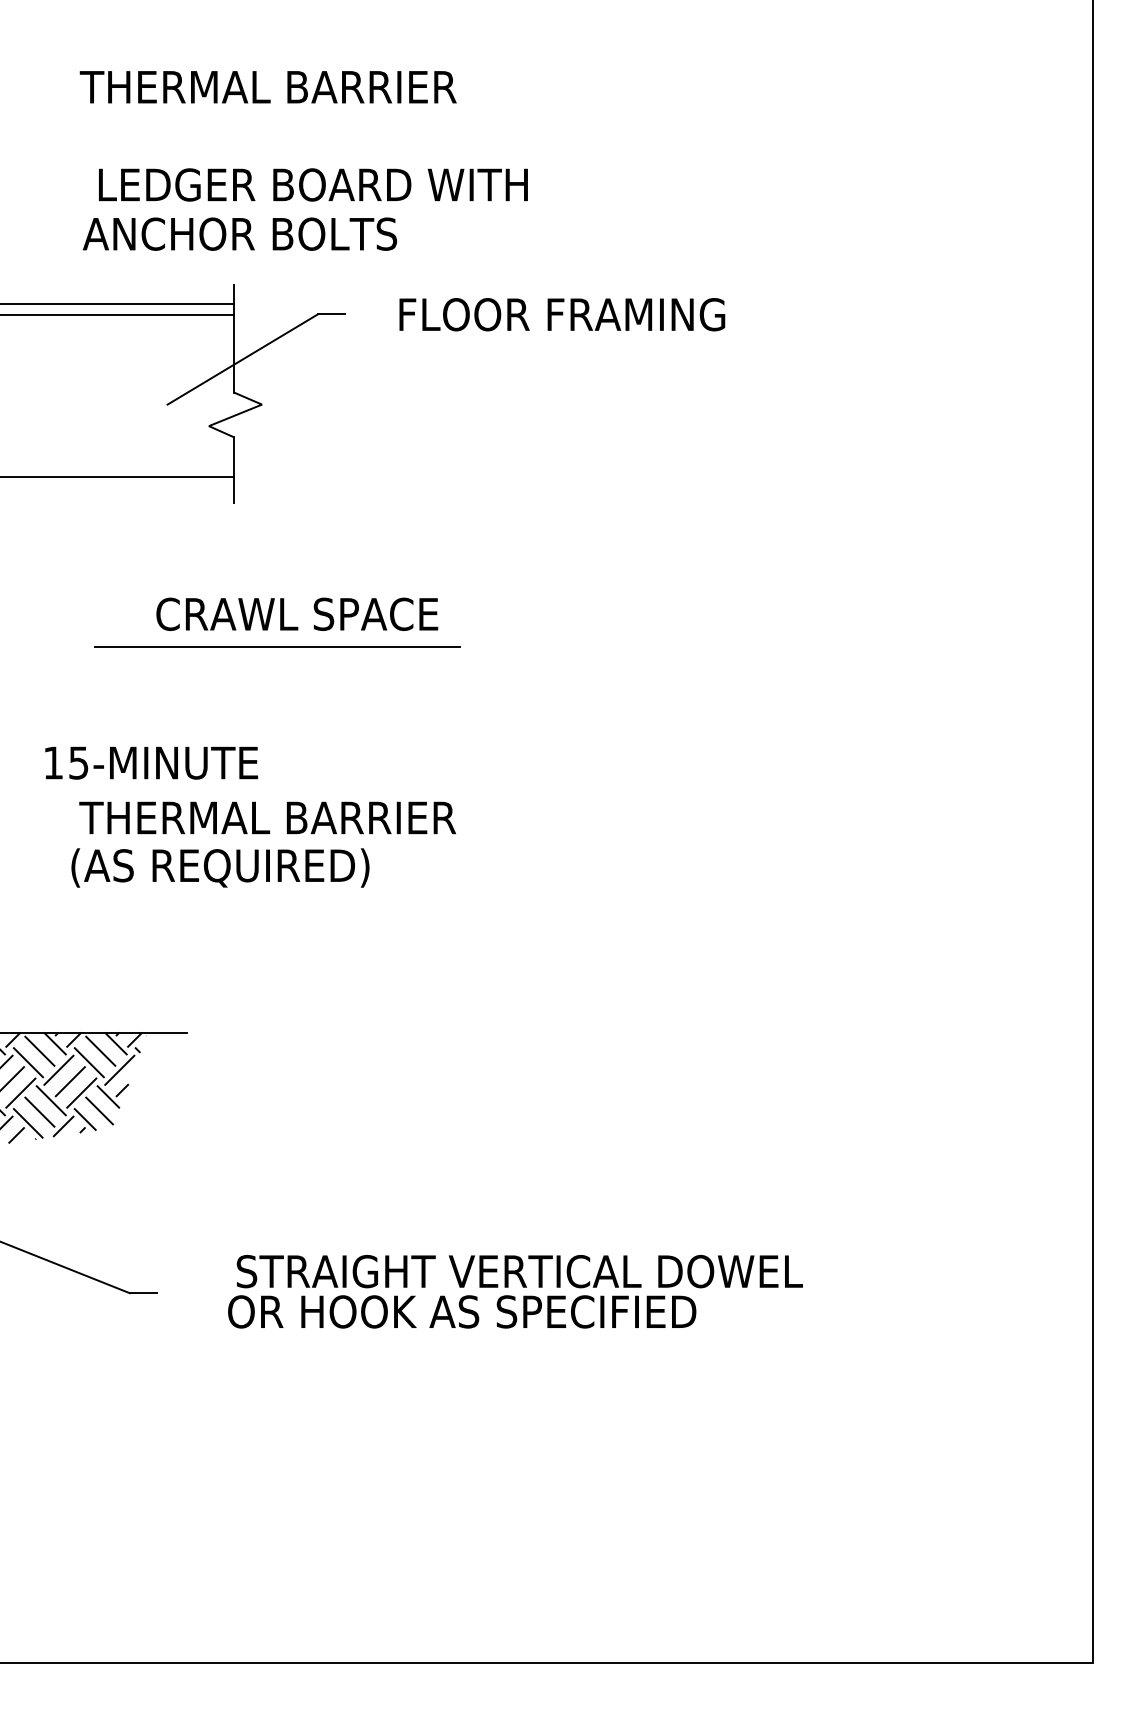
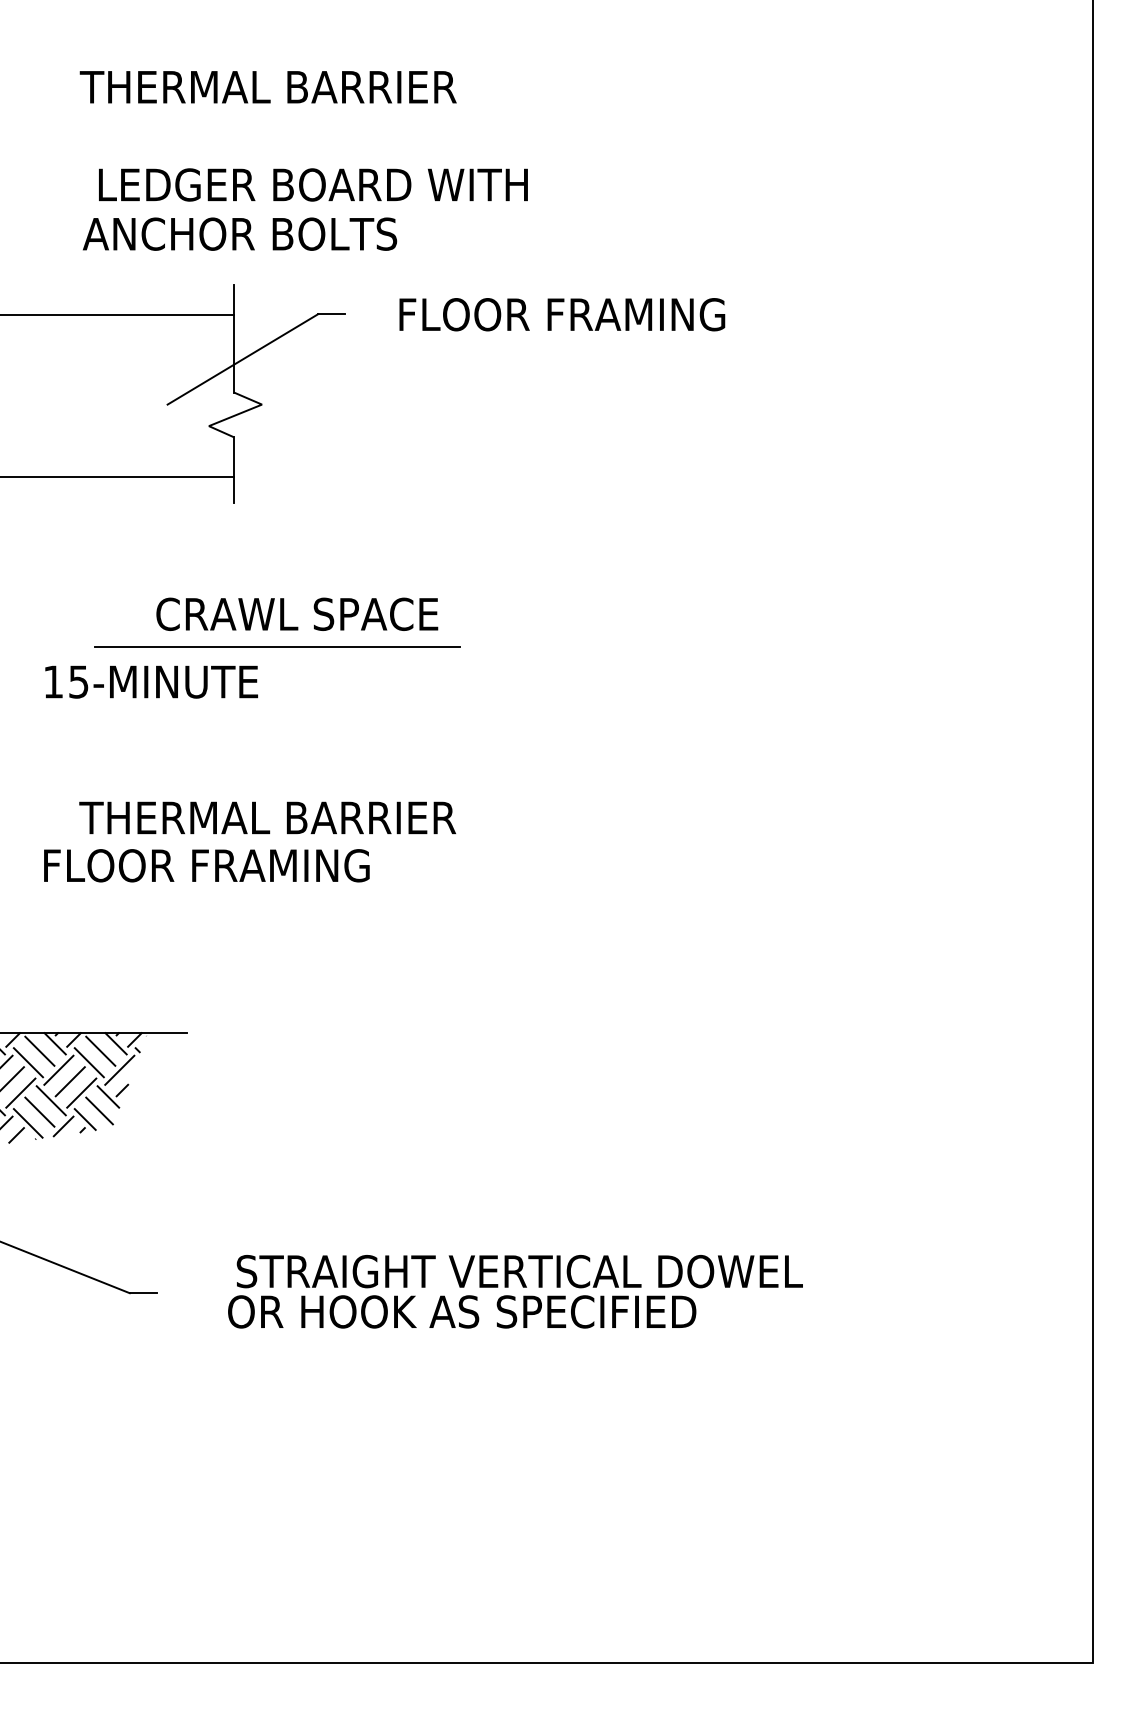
line at (118, 304): present -> none
text at (151, 762) position: (151, 762) -> (151, 681)
text at (206, 867): (AS REQUIRED) -> FLOOR FRAMING
